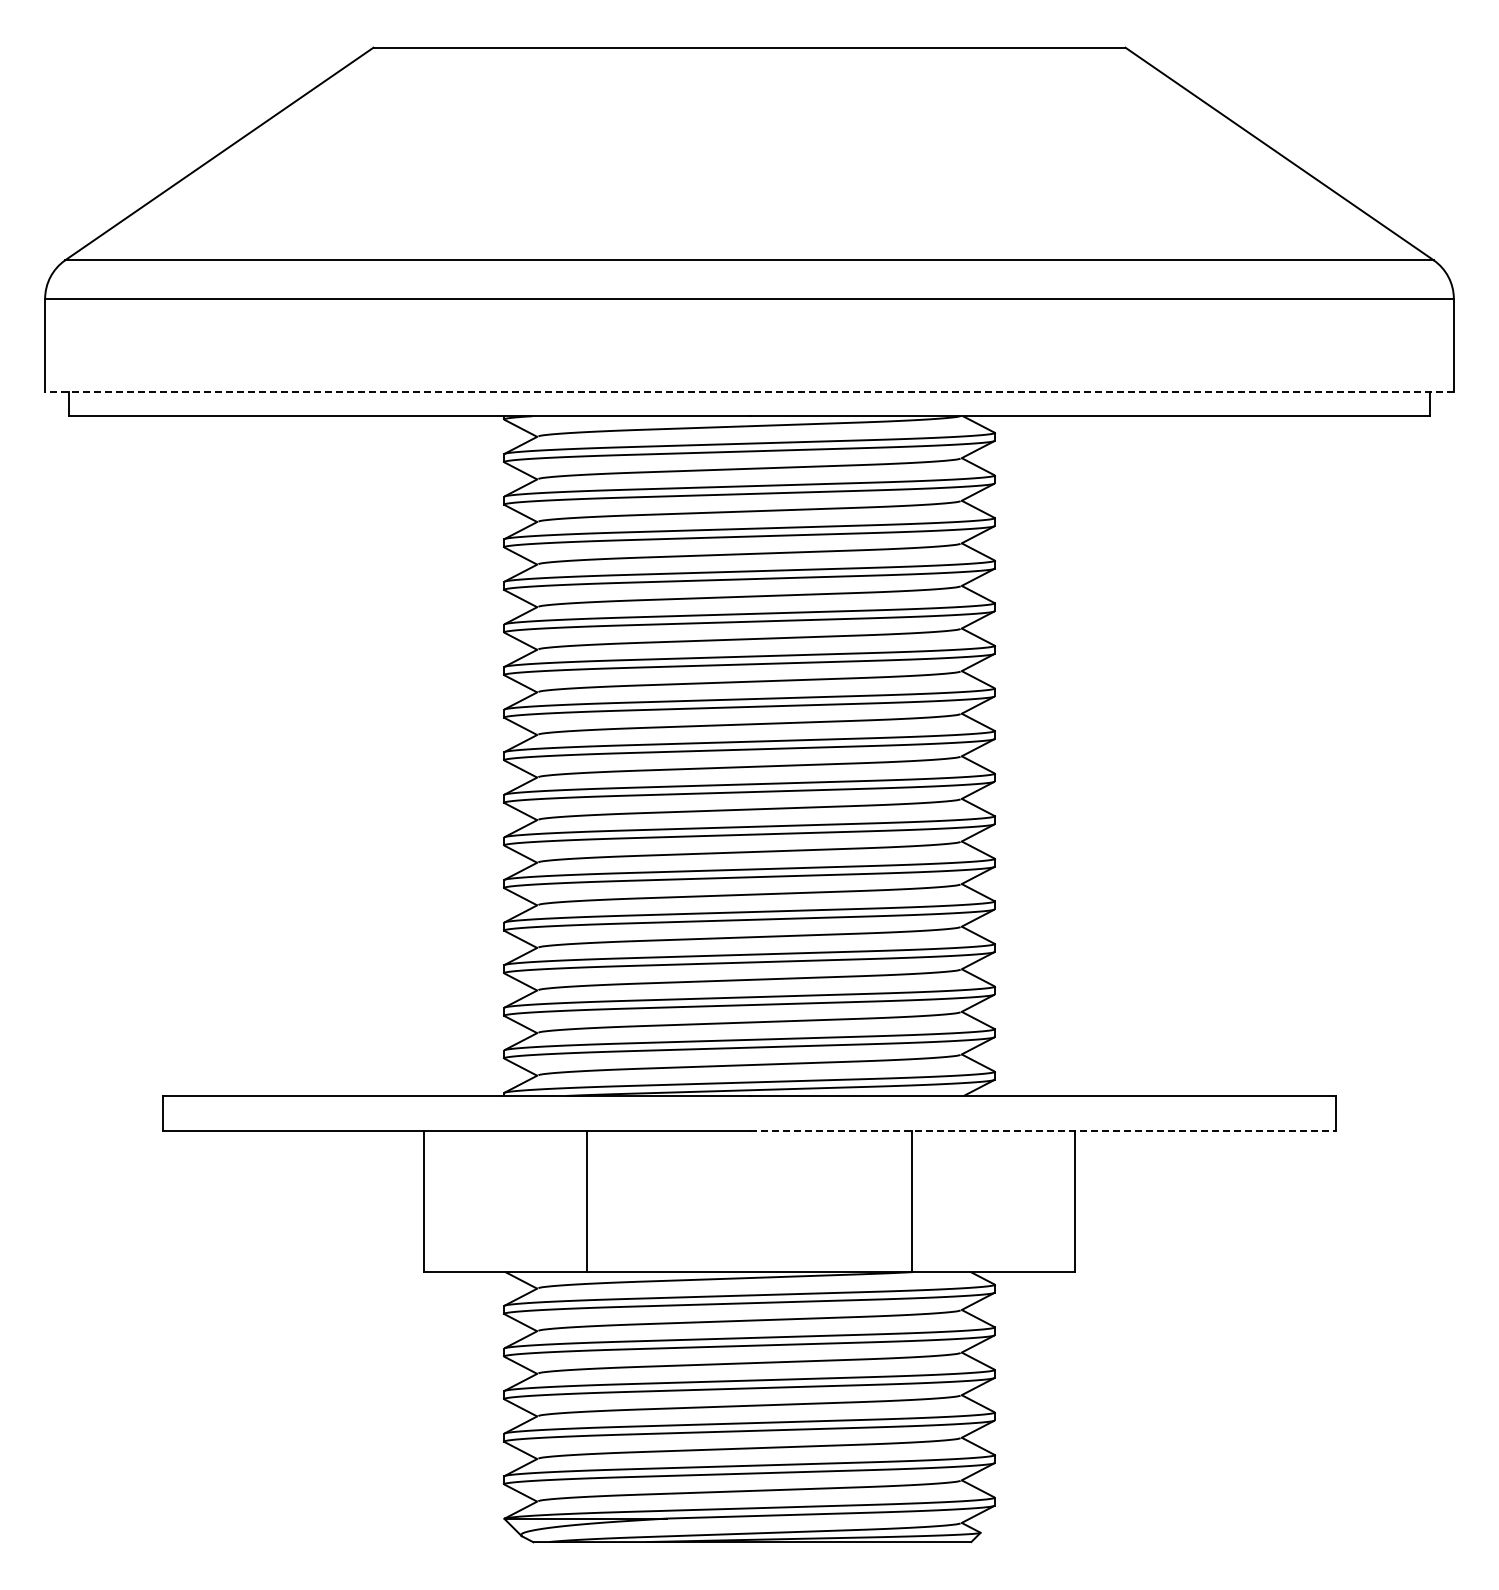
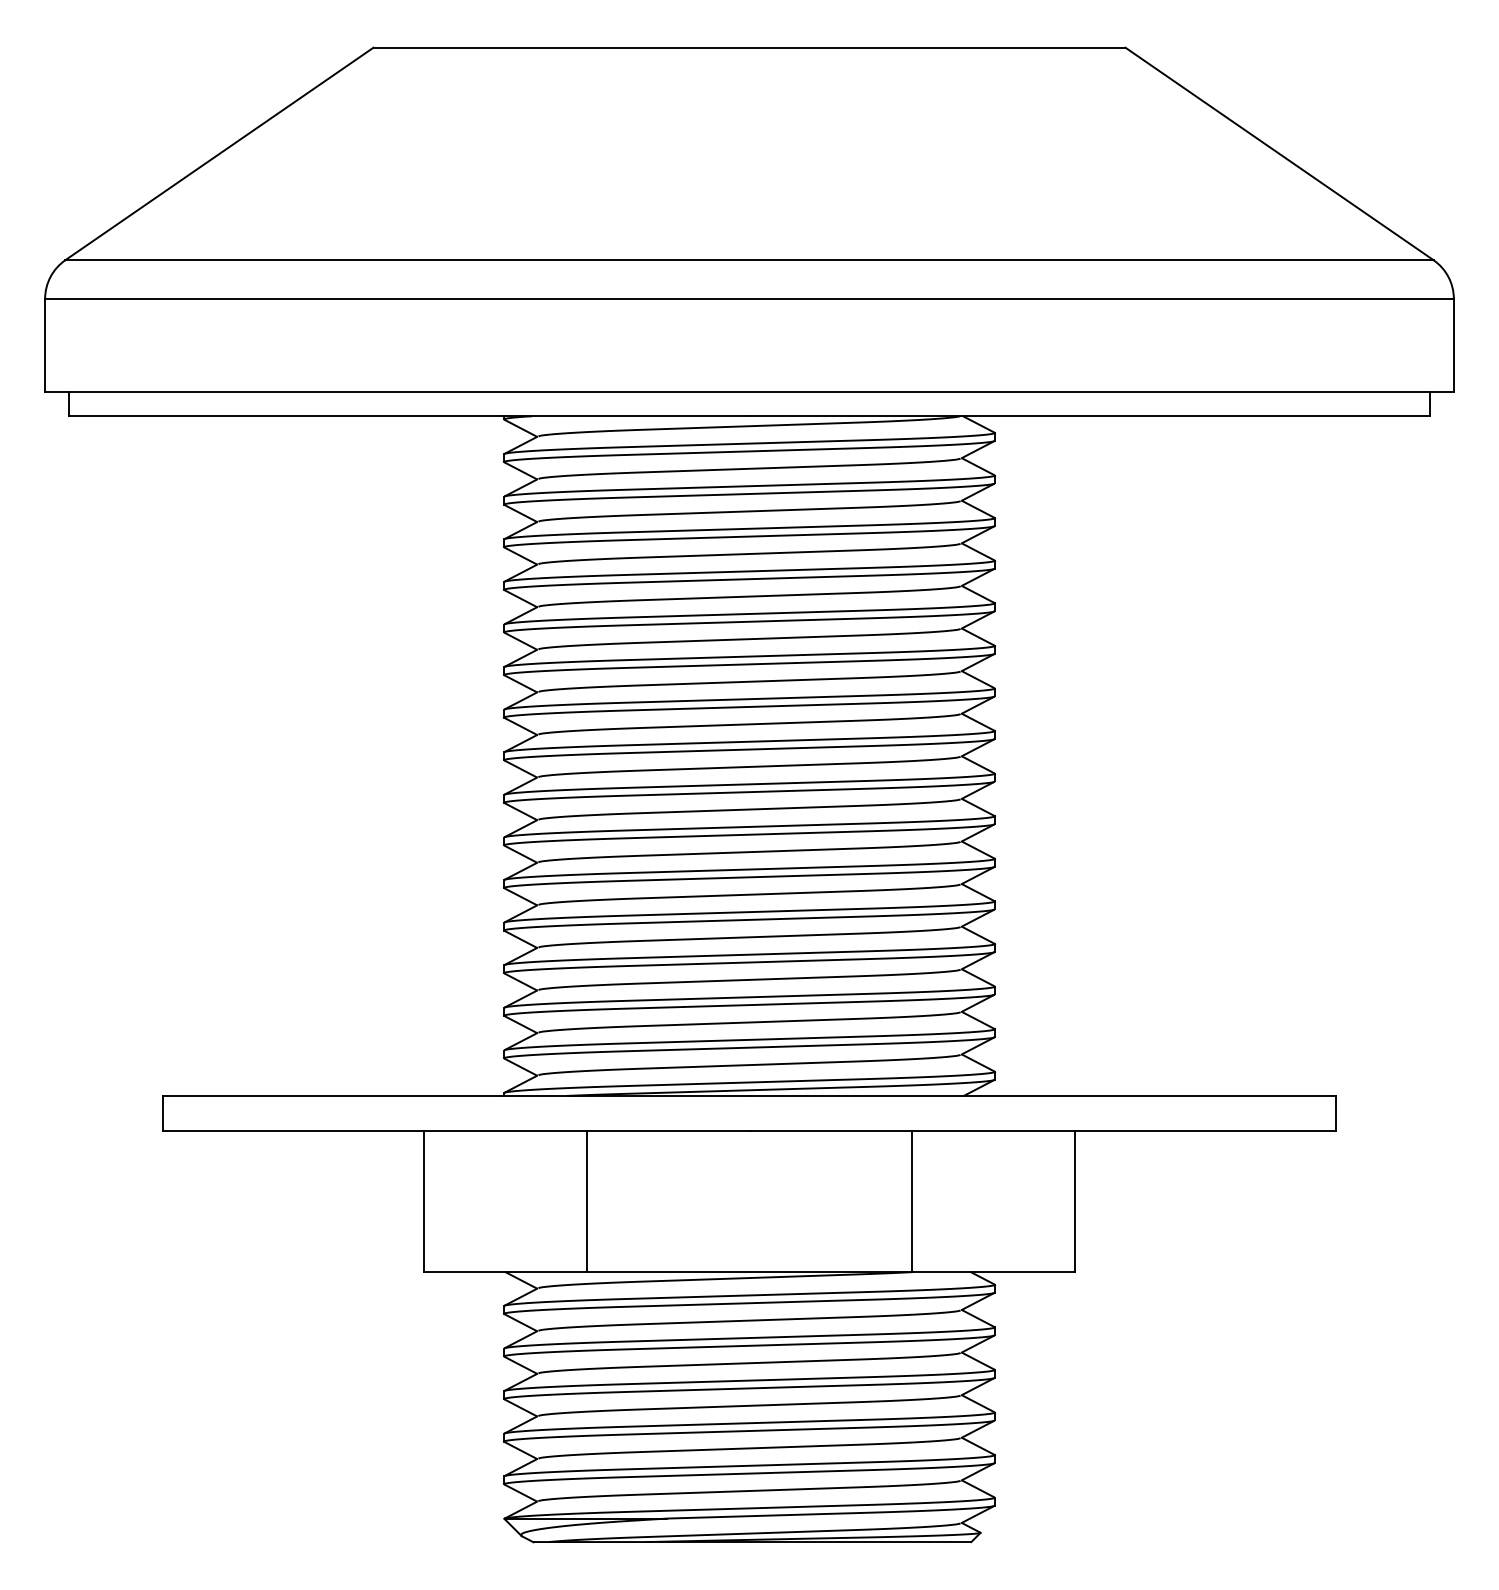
line at (749, 391): dashed -> solid
line at (1043, 1131): dashed -> solid
